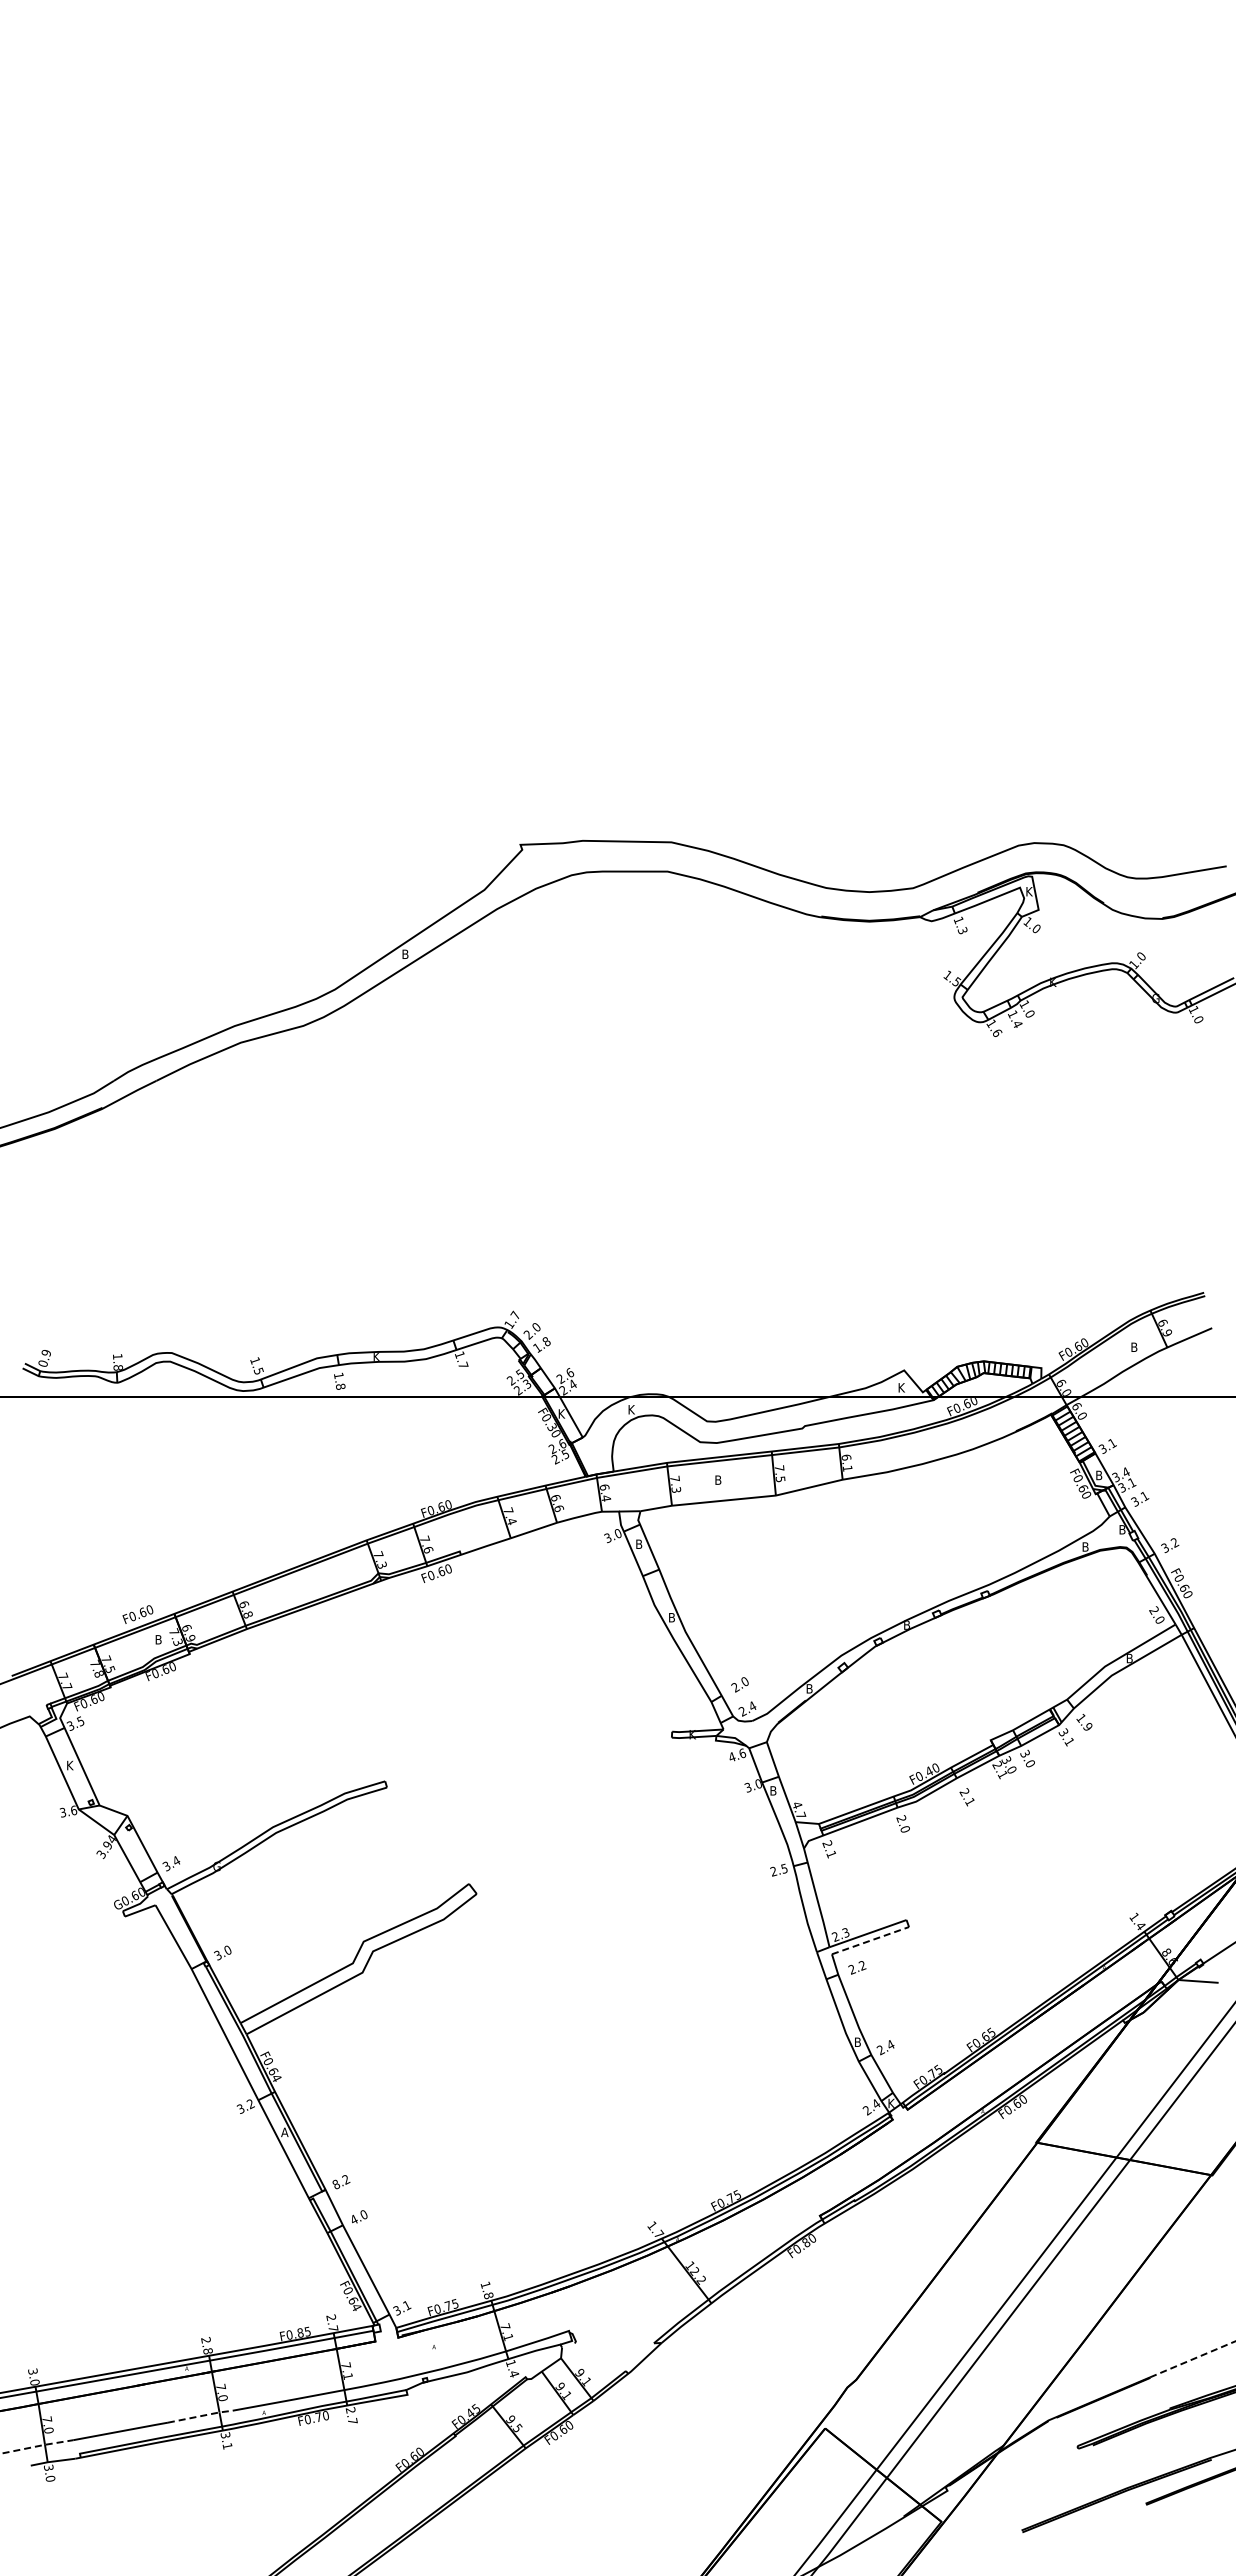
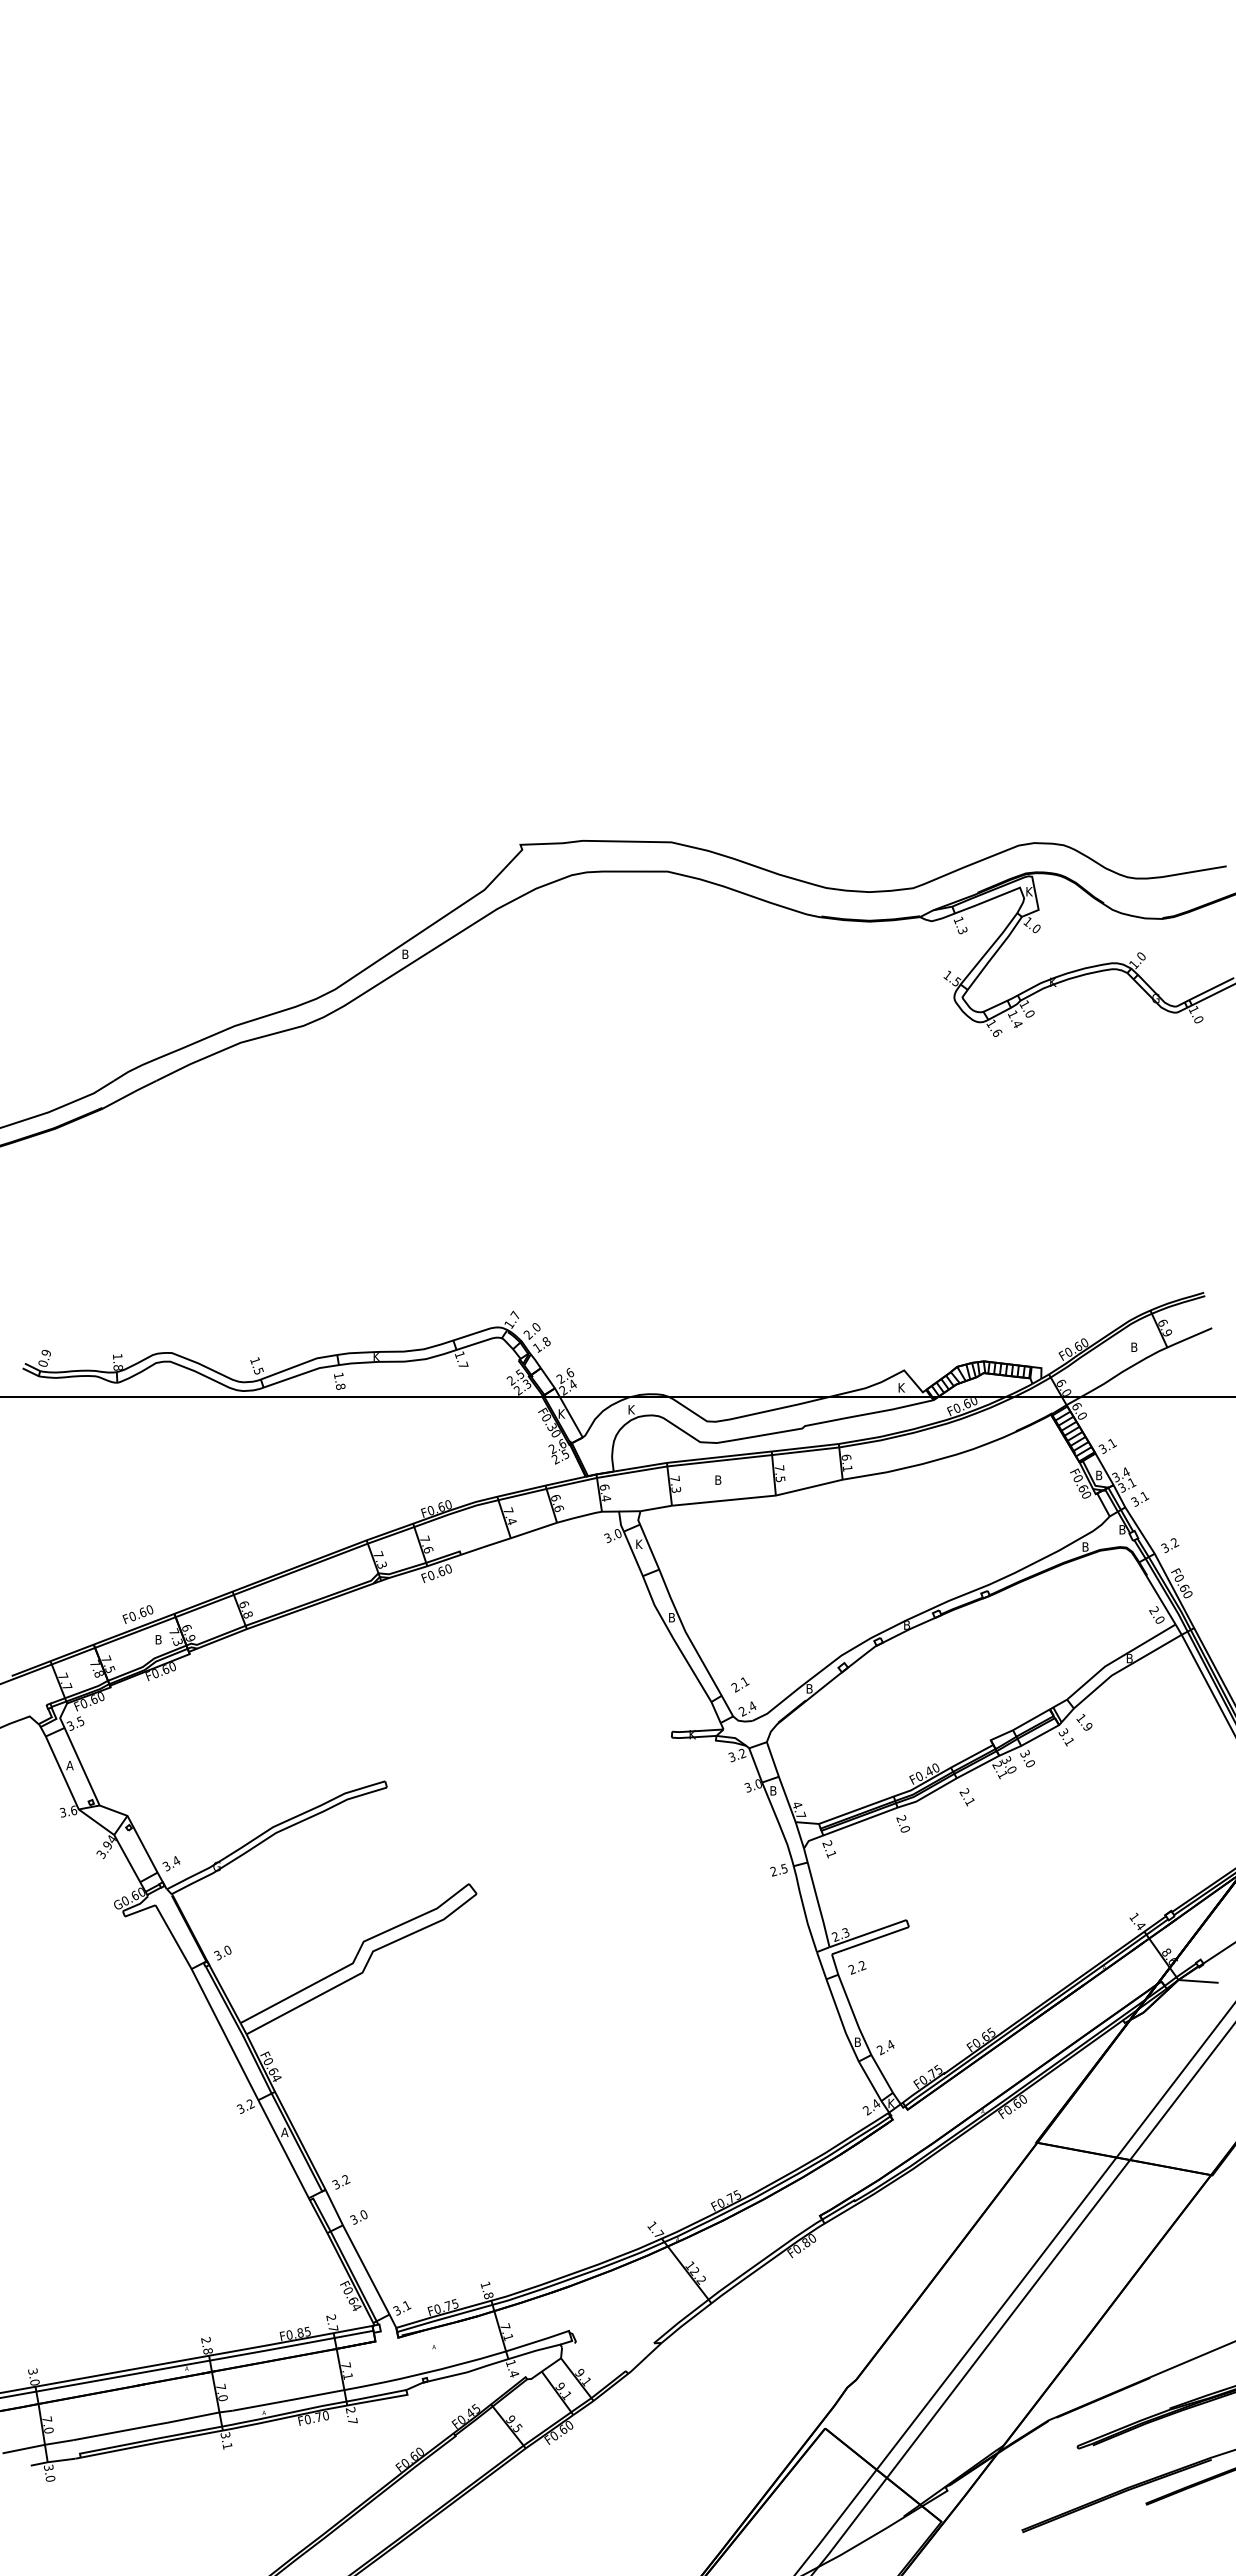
text at (639, 1543): B -> K
text at (745, 1681): 2.0 -> 2.1
text at (737, 1755): 4.6 -> 3.2
text at (69, 1765): K -> A
line at (870, 1940): dashed -> solid
text at (336, 2184): 8.2 -> 3.2
text at (353, 2219): 4.0 -> 3.0
line at (1193, 2359): dashed -> solid
line at (201, 2416): dashed -> solid
line at (38, 2446): dashed -> solid
